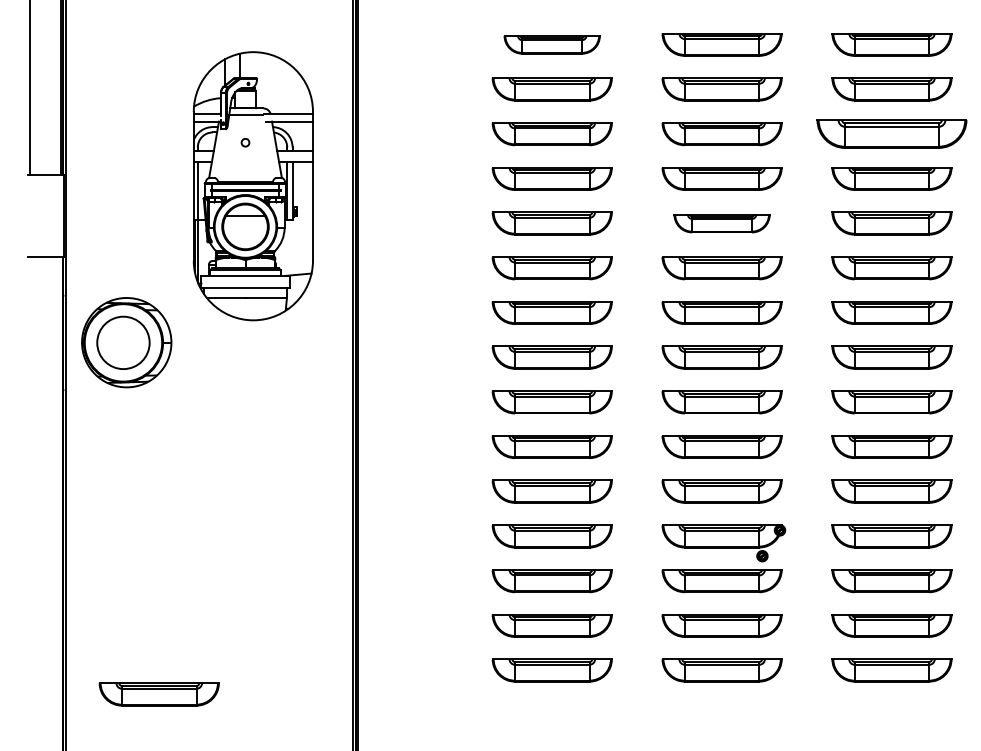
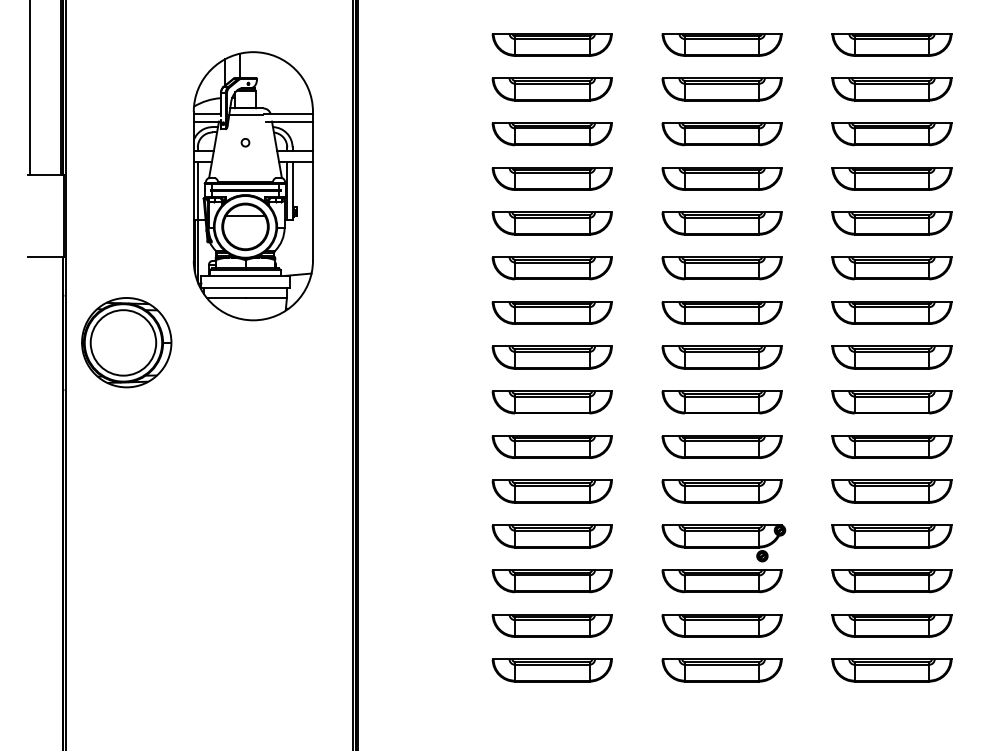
part at (551, 44) size: 98x20 px -> 122x24 px
part at (891, 133) size: 152x30 px -> 122x25 px
part at (721, 223) size: 98x20 px -> 122x25 px
circle at (123, 342) diameter: 52 px -> 65 px
part at (158, 694): present -> none
